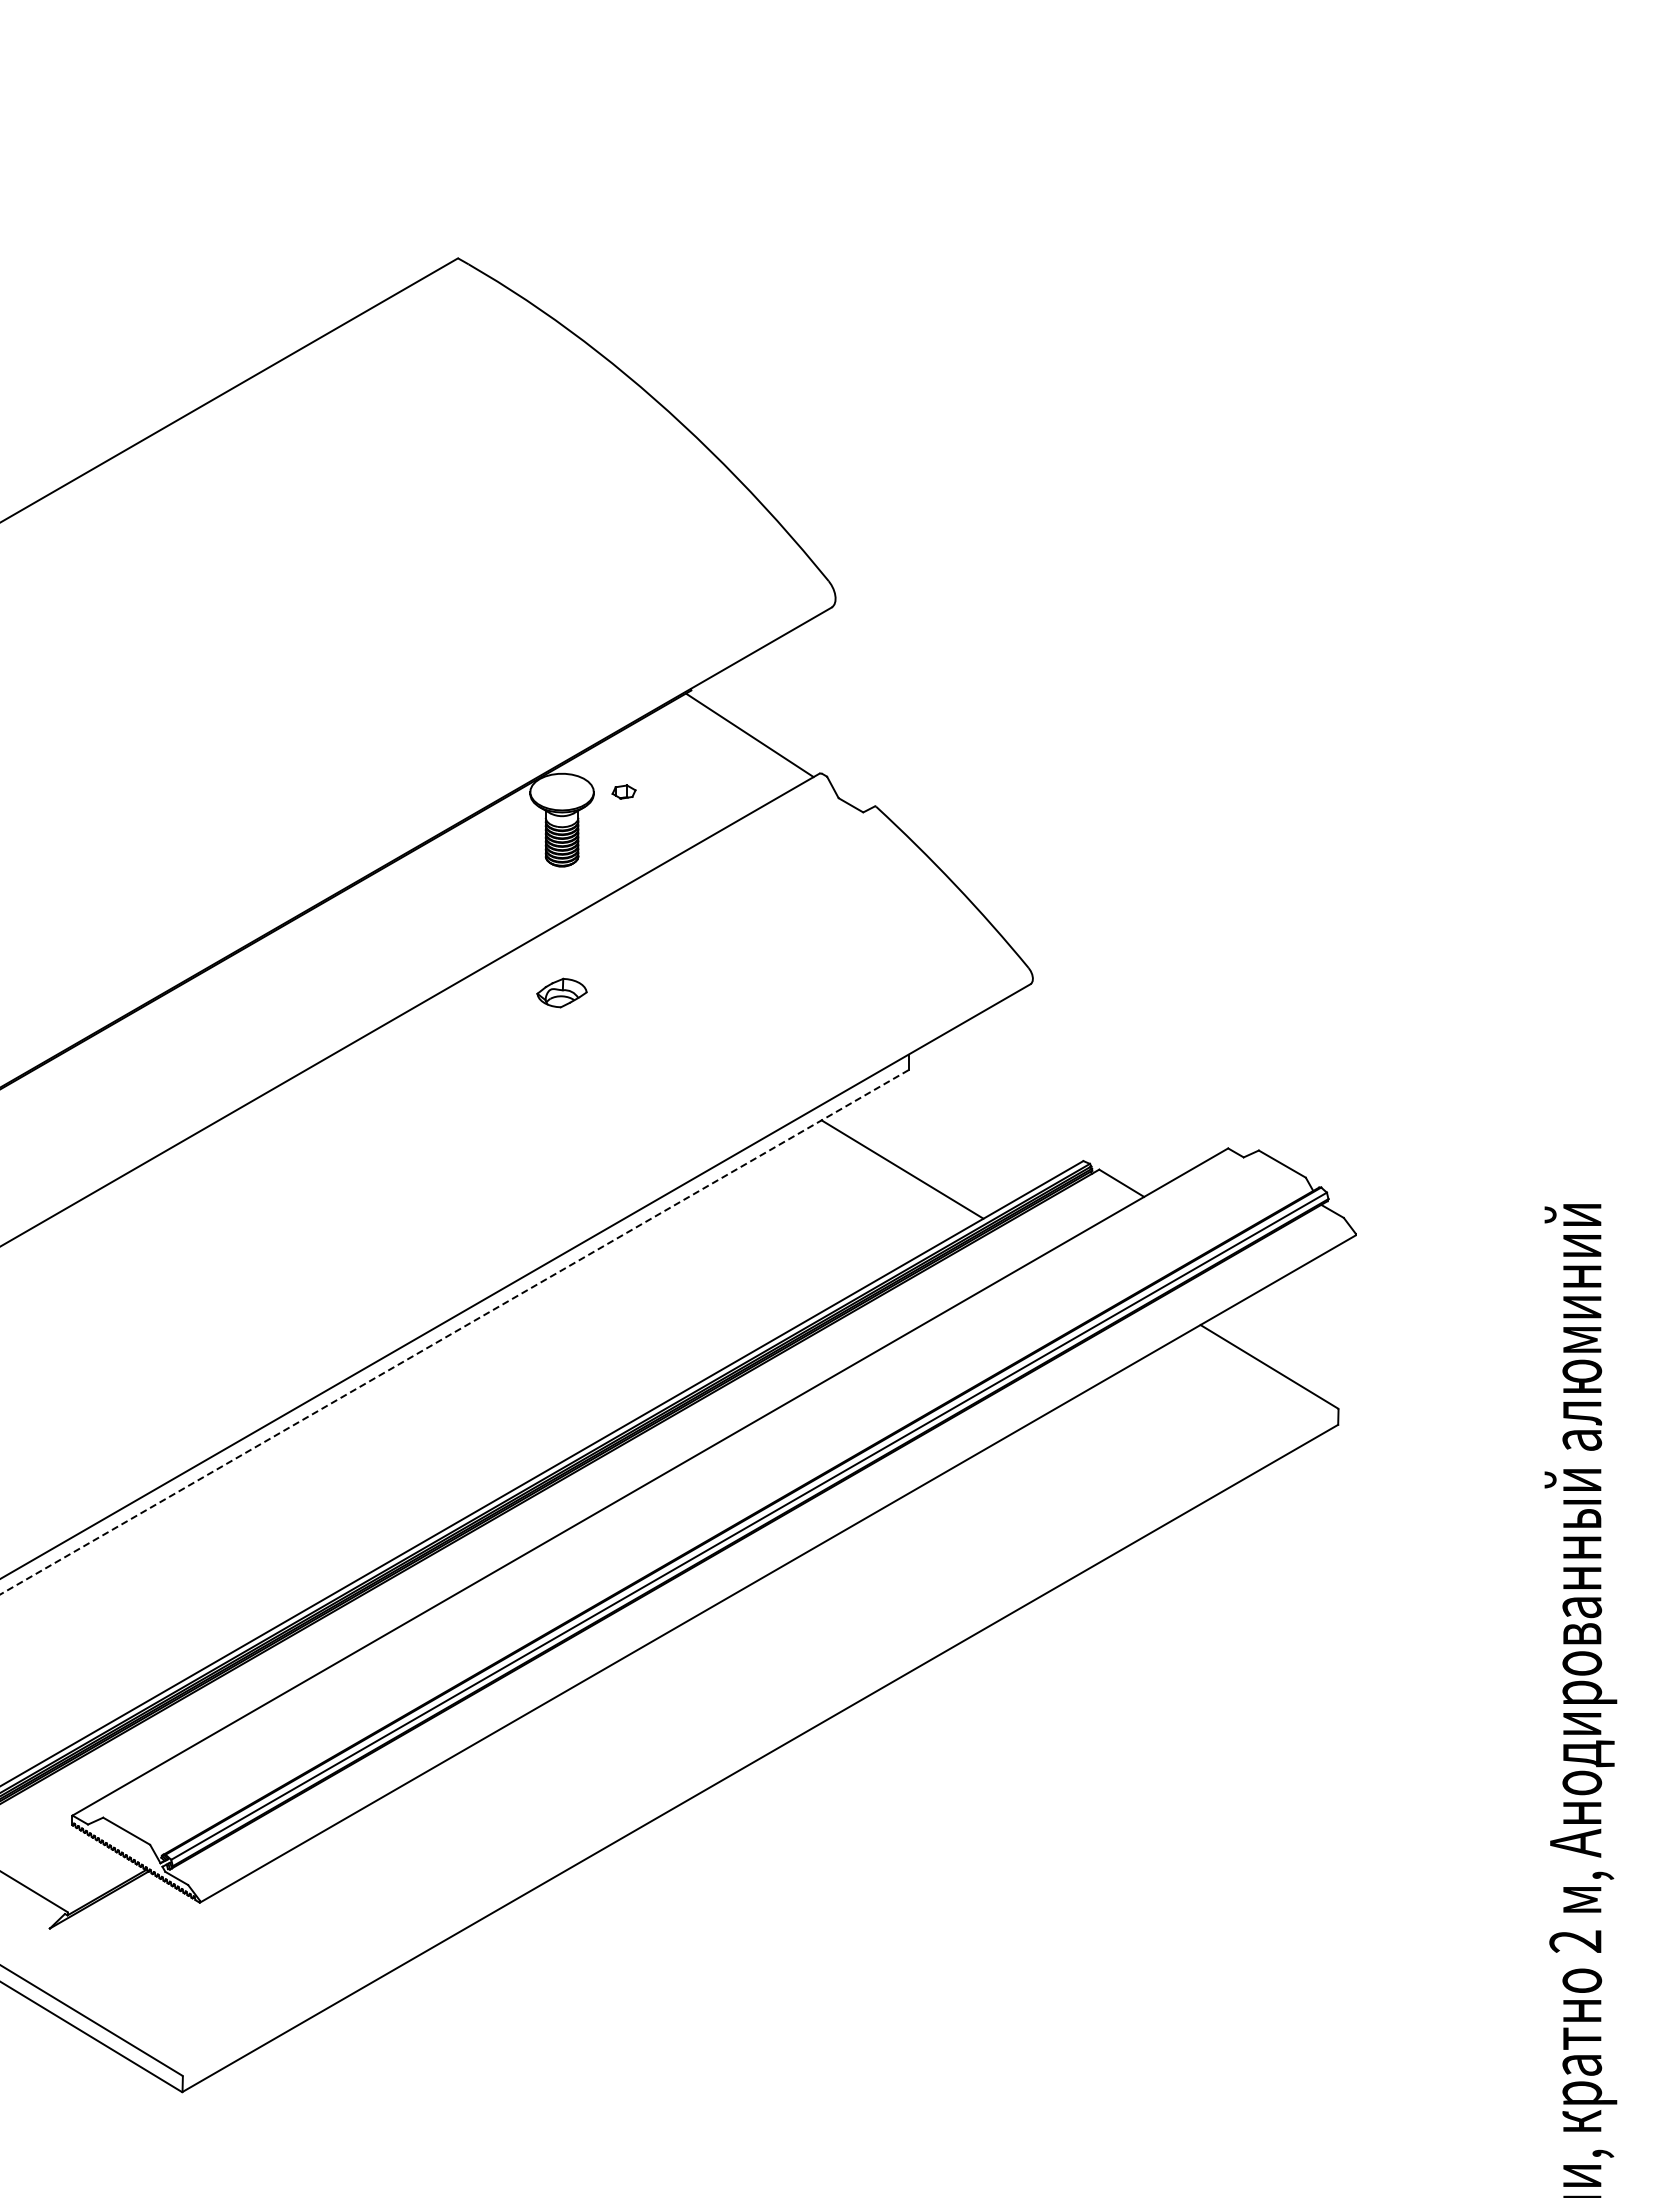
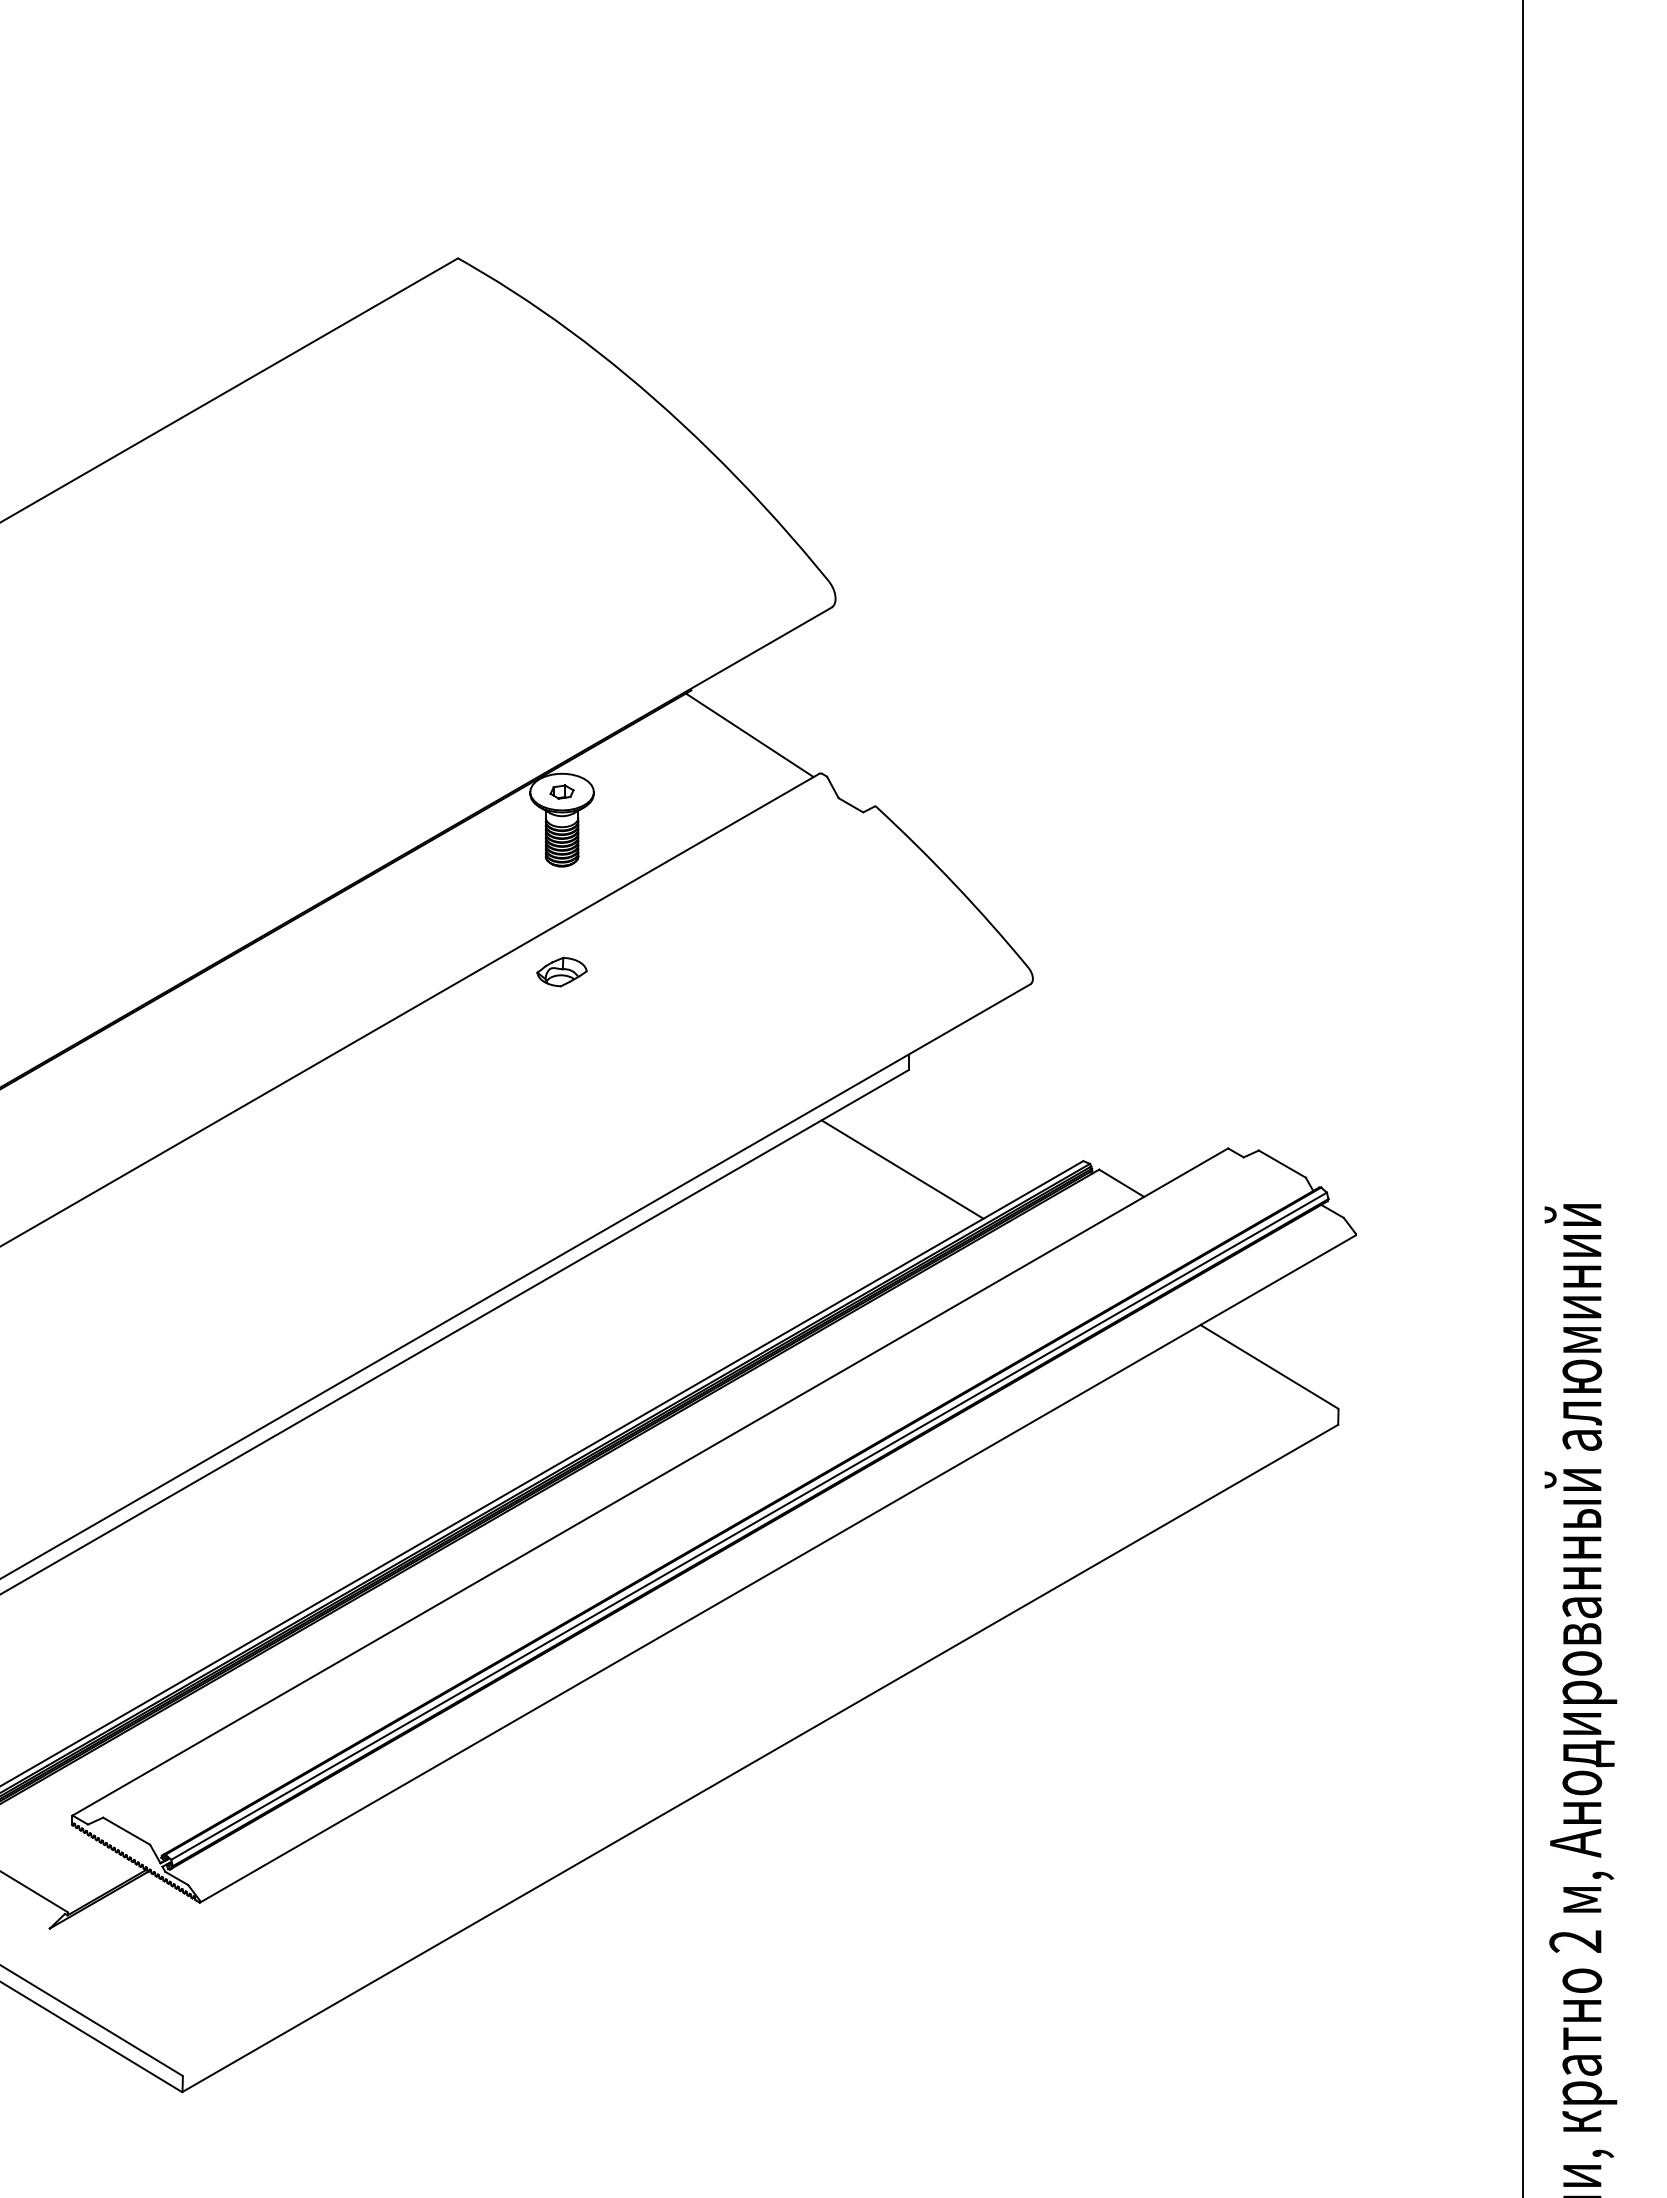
part at (623, 791) position: (623, 791) -> (561, 791)
part at (561, 992) position: (561, 992) -> (561, 971)
line at (1523, 1098): none -> present
line at (454, 1332): dashed -> solid
